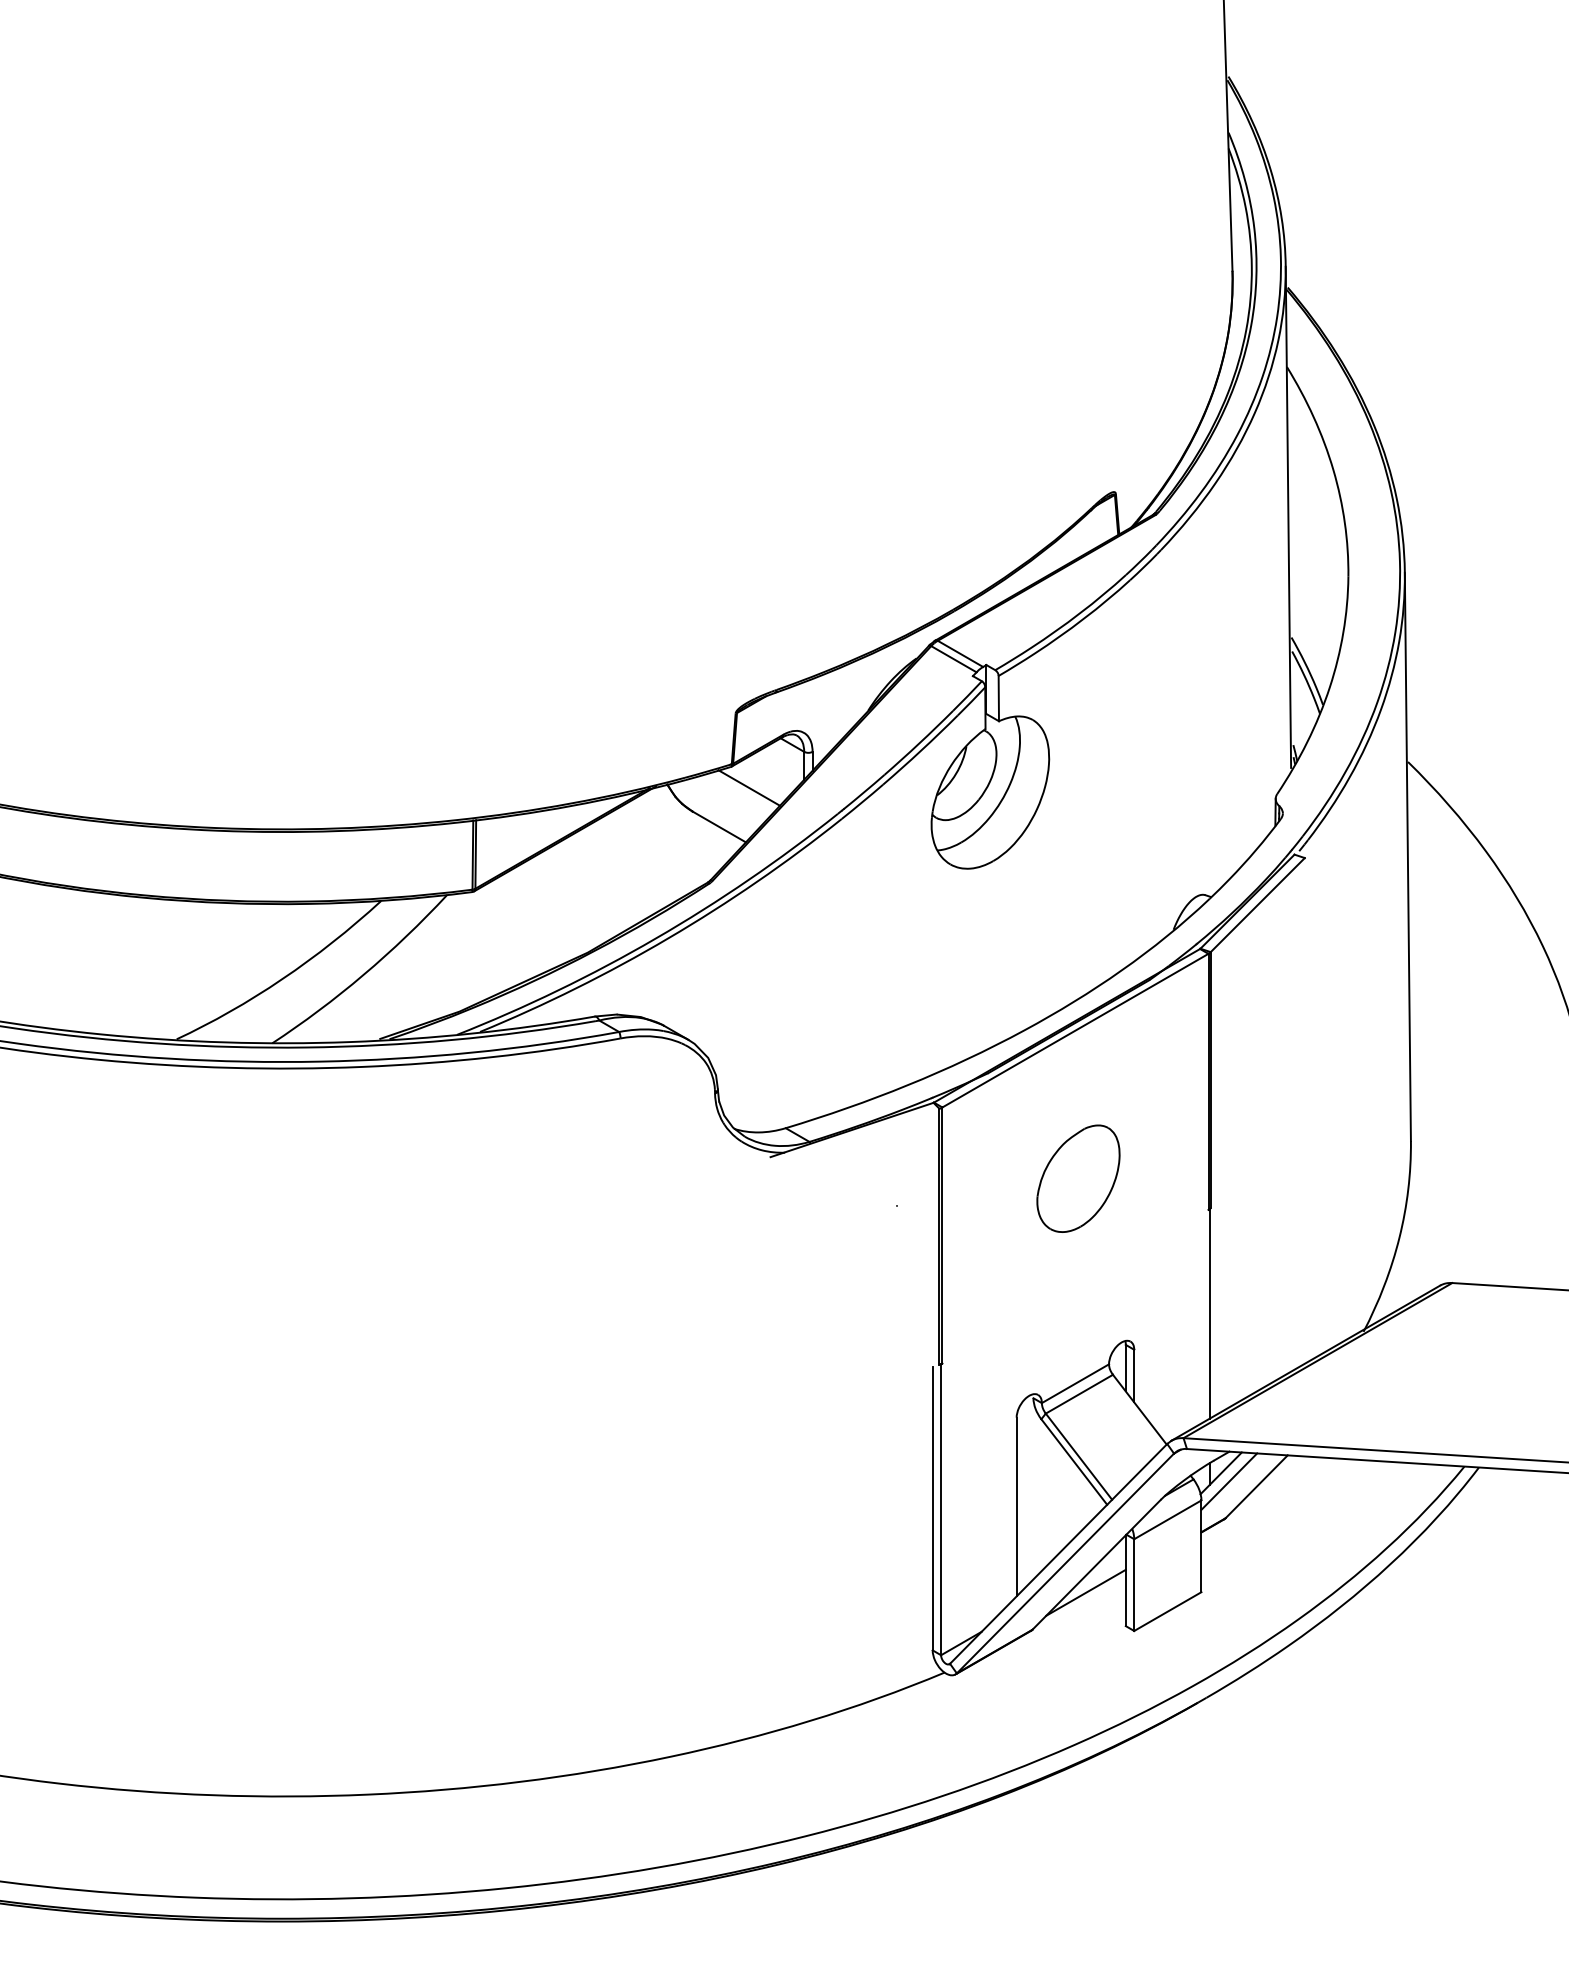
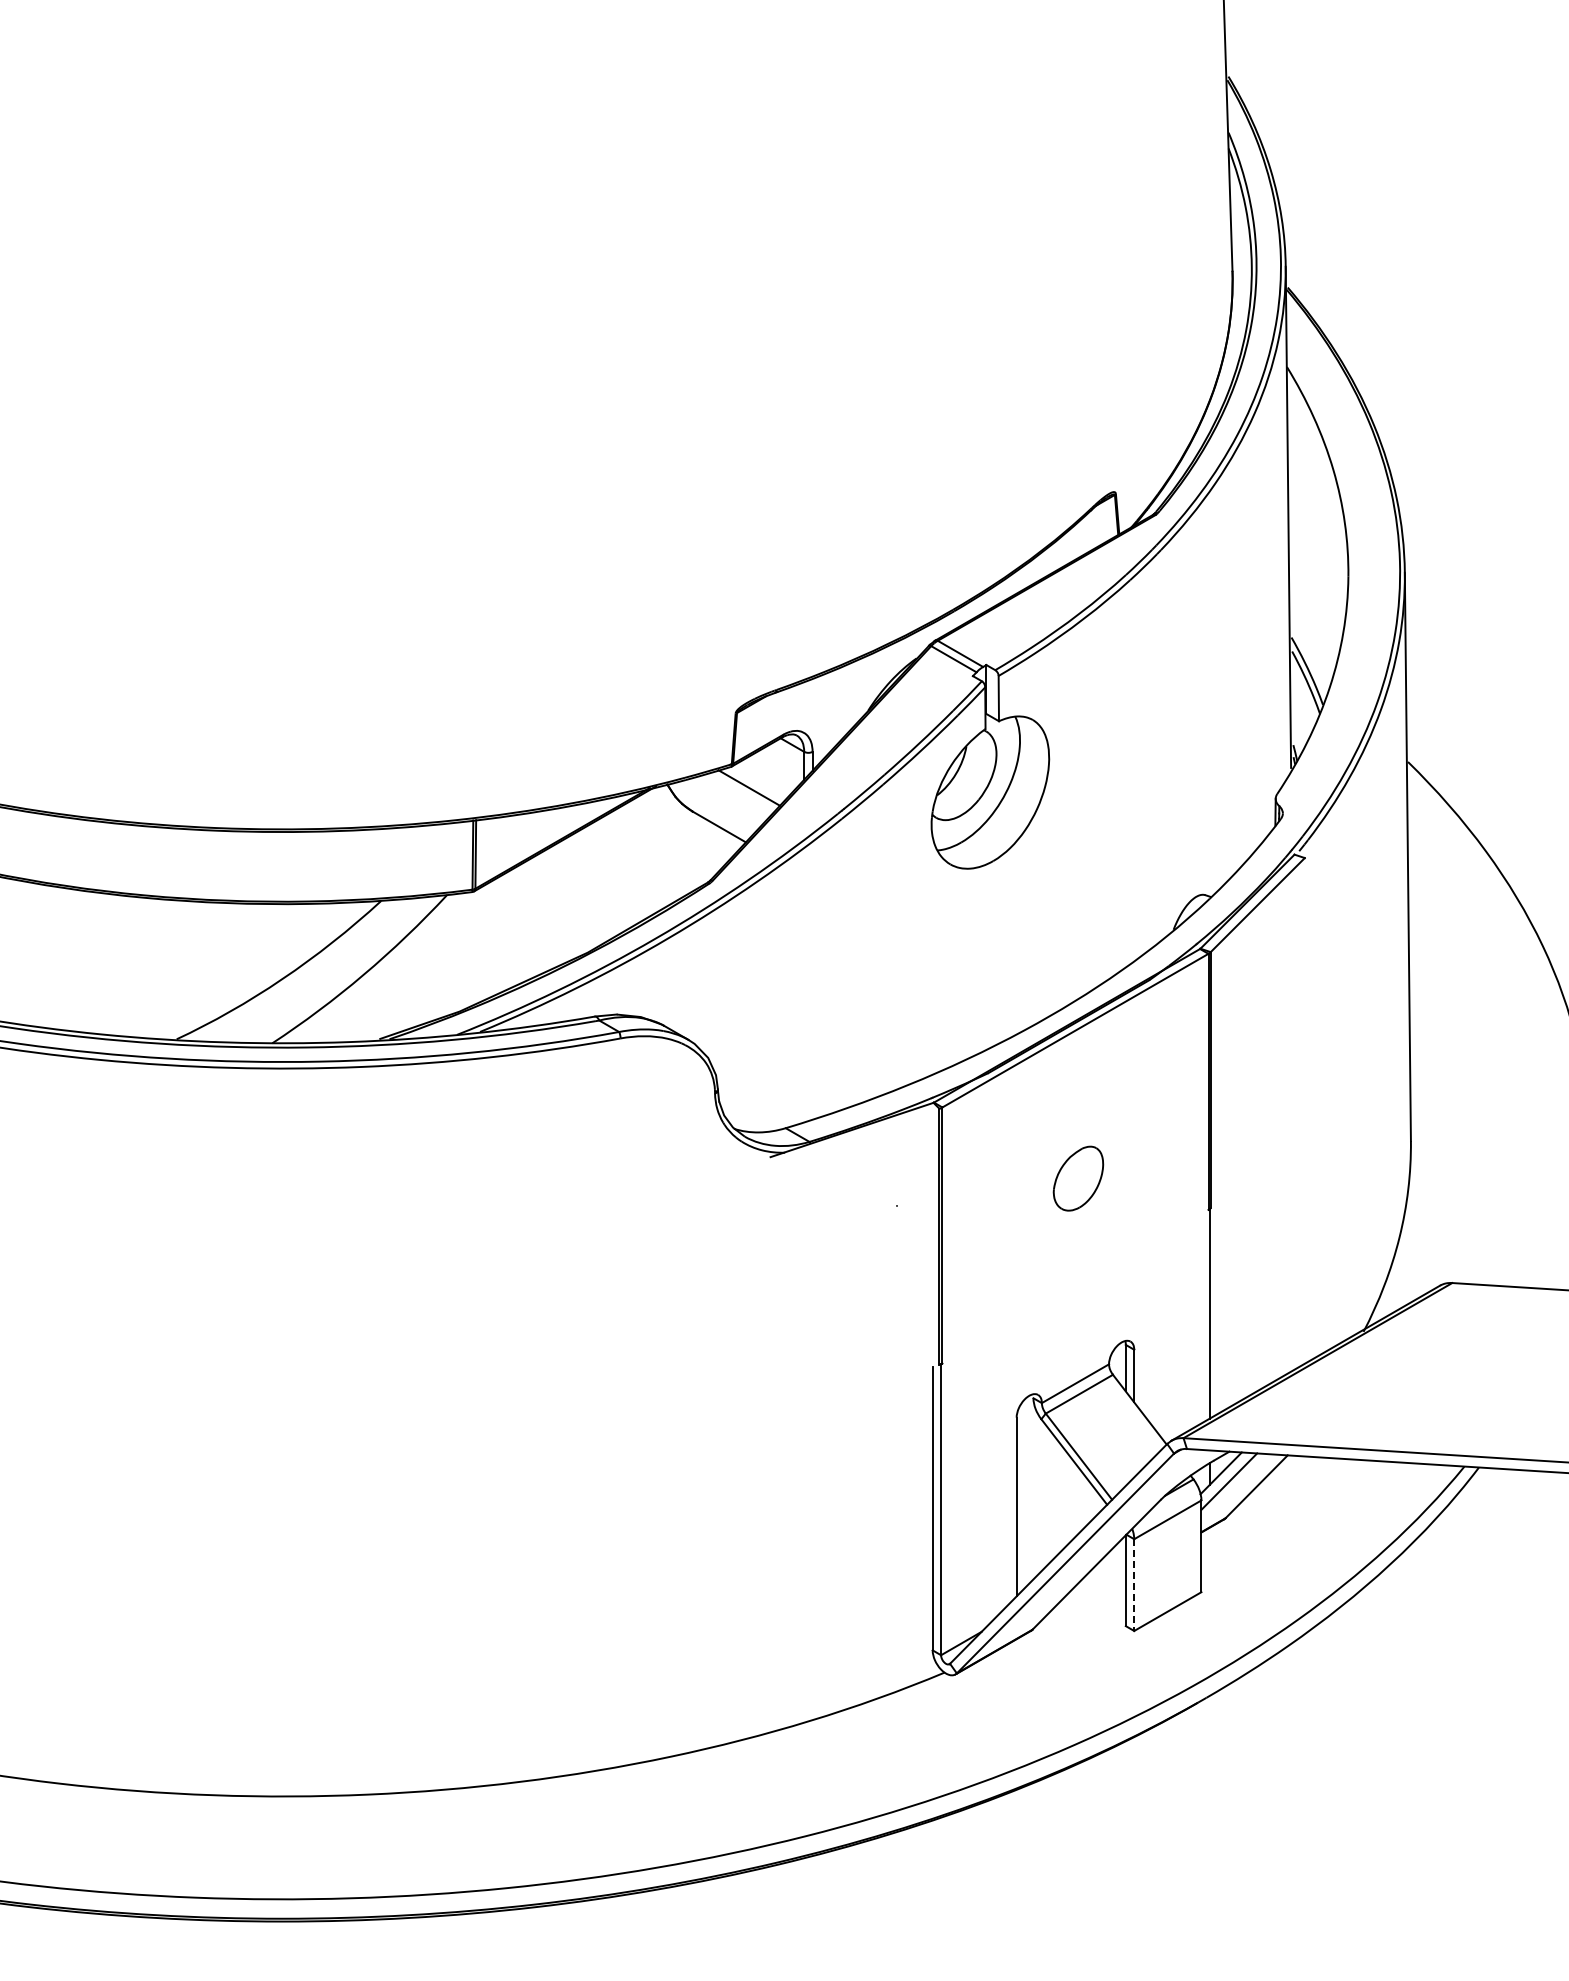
part at (1078, 1178) size: 85x109 px -> 53x67 px
line at (1134, 1585): solid -> dashed
line at (1085, 1592): present -> none
